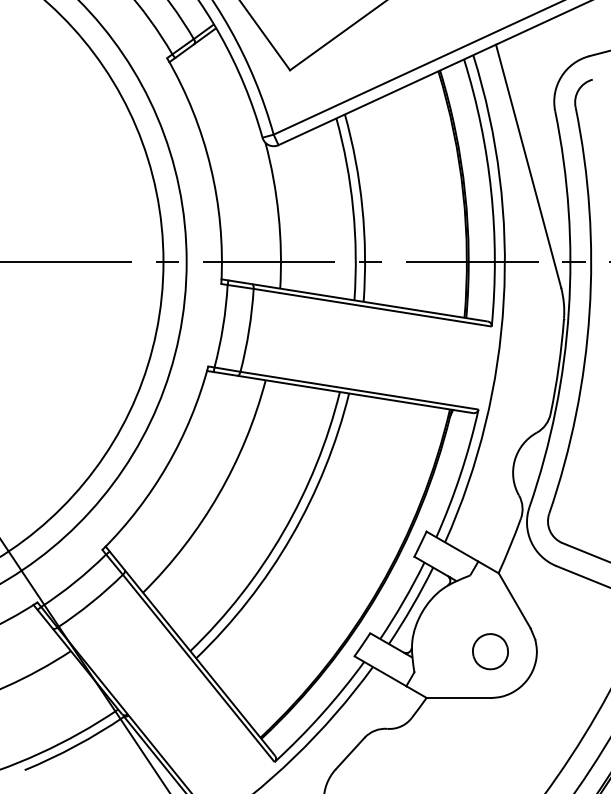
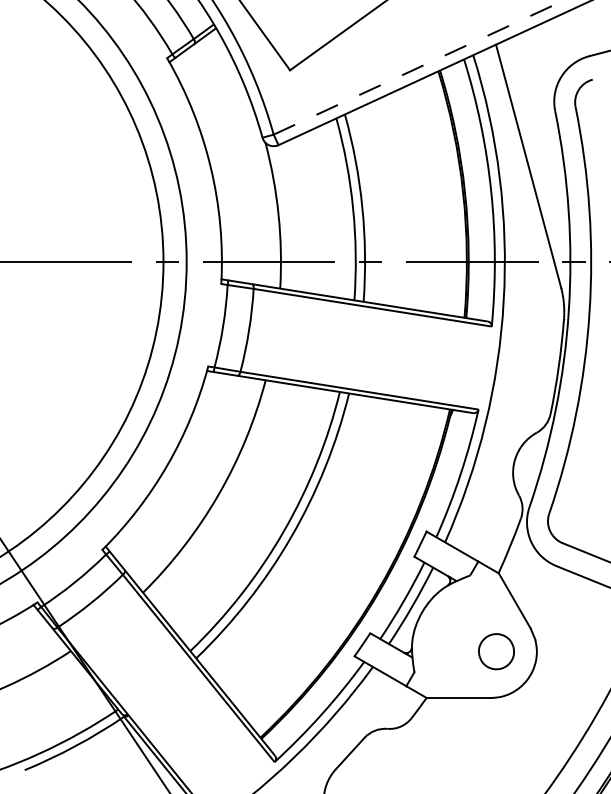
line at (419, 67): solid -> dashed
part at (490, 651) position: (490, 651) -> (496, 651)
